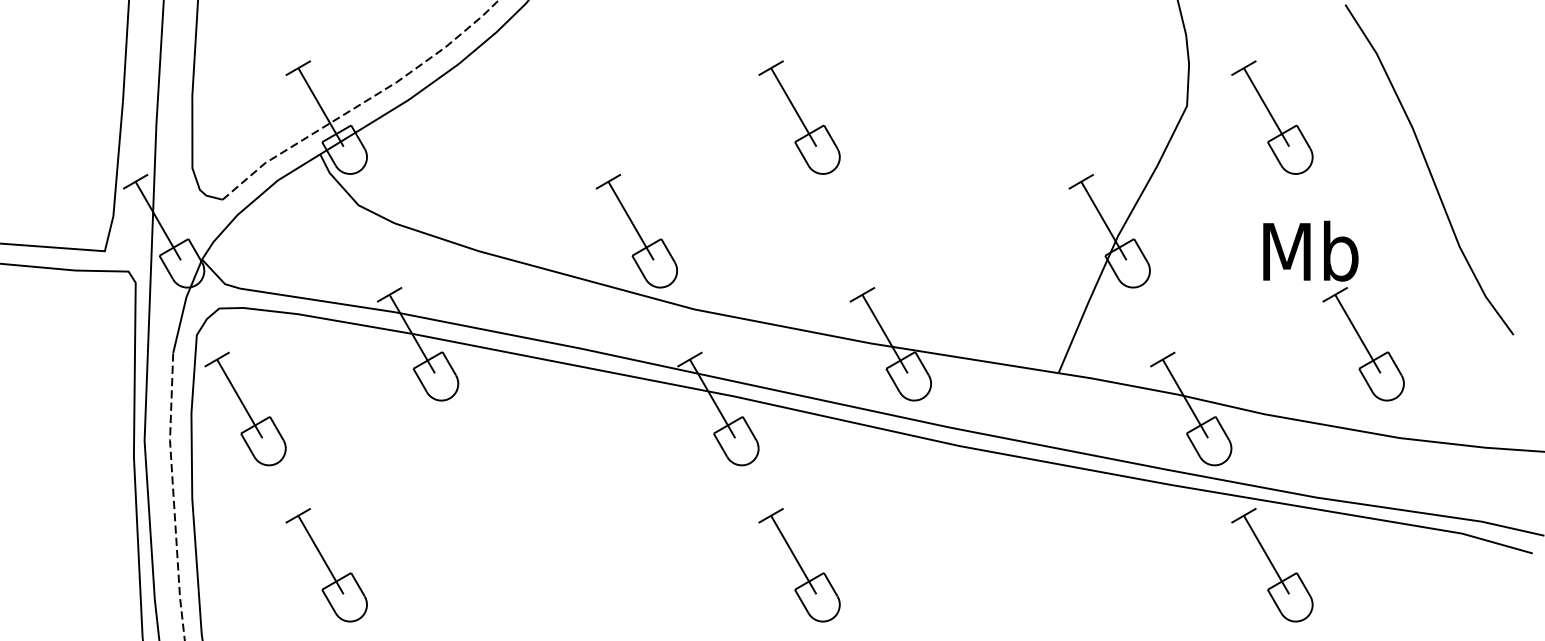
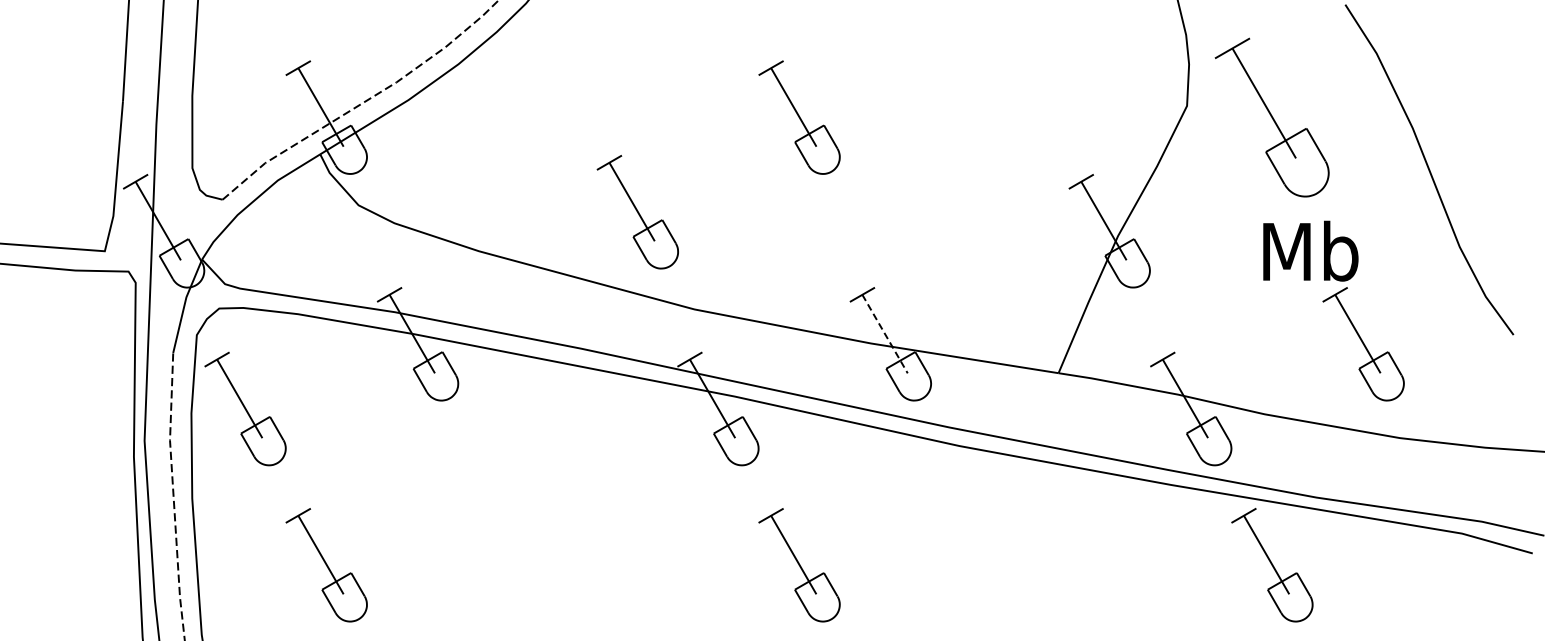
part at (1272, 117) size: 83x115 px -> 116x161 px
part at (636, 231) position: (636, 231) -> (637, 212)
line at (885, 334): solid -> dashed
